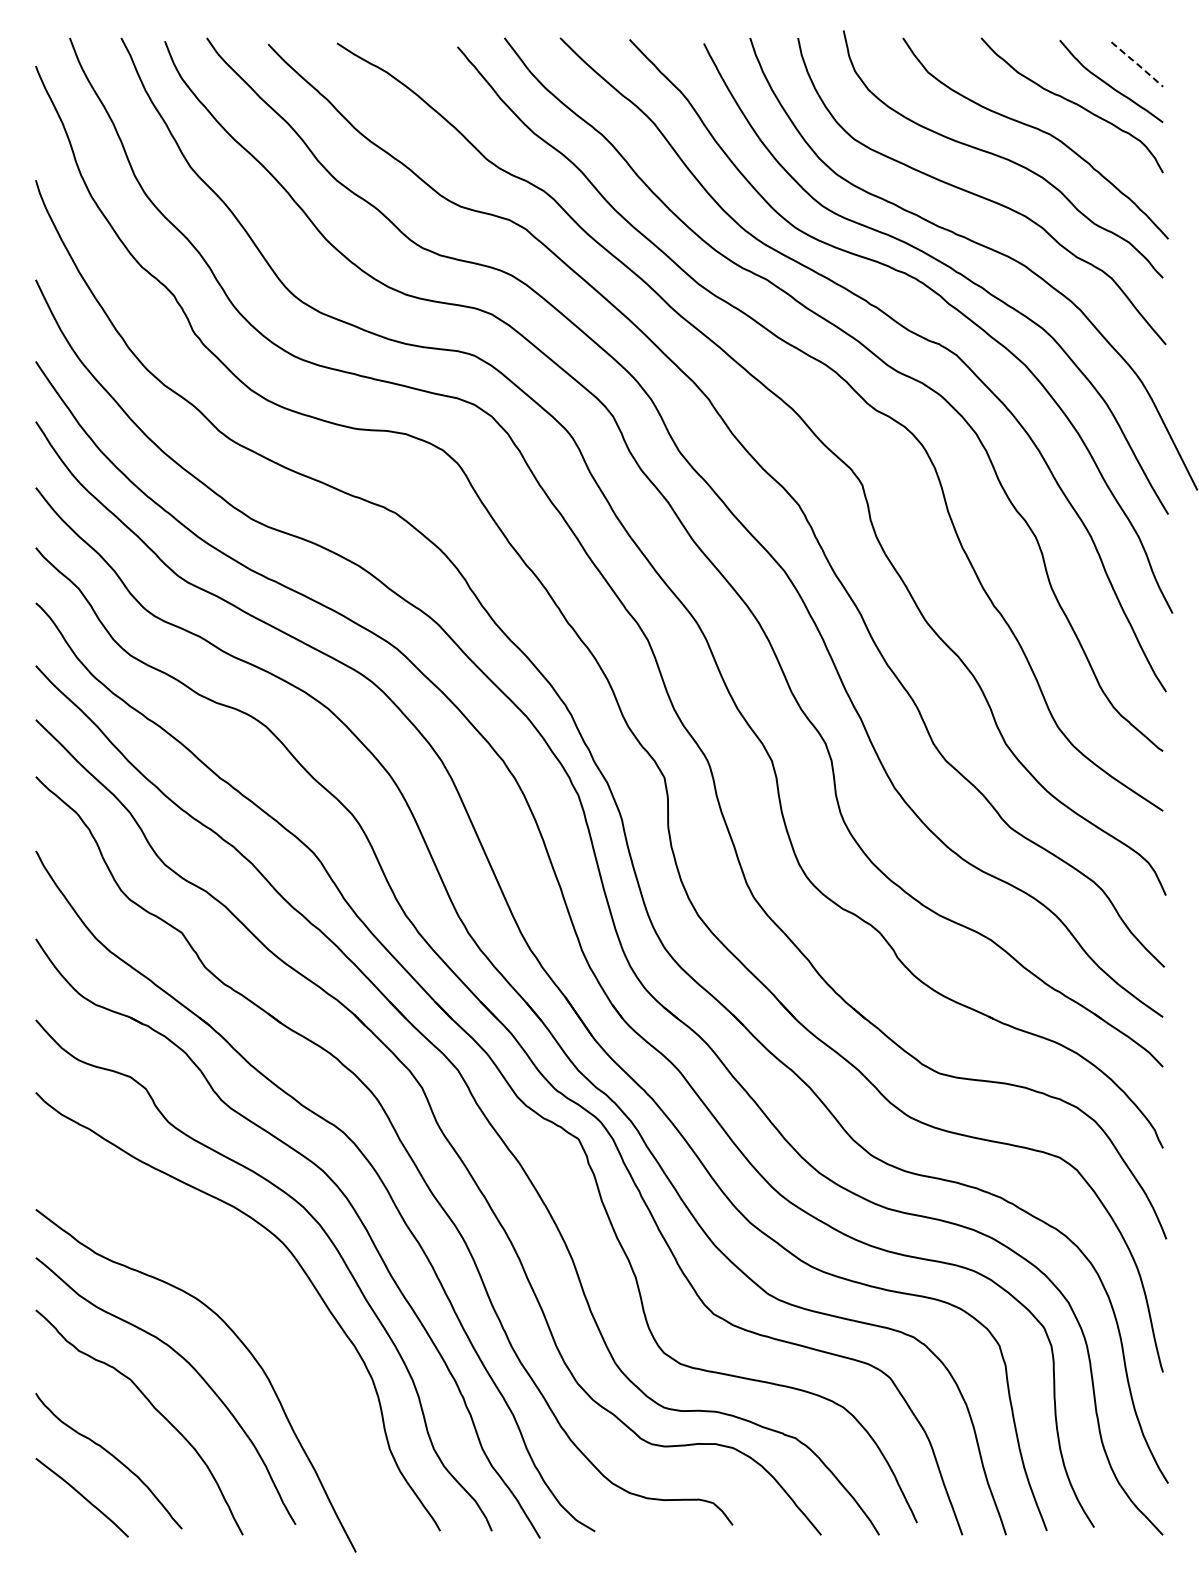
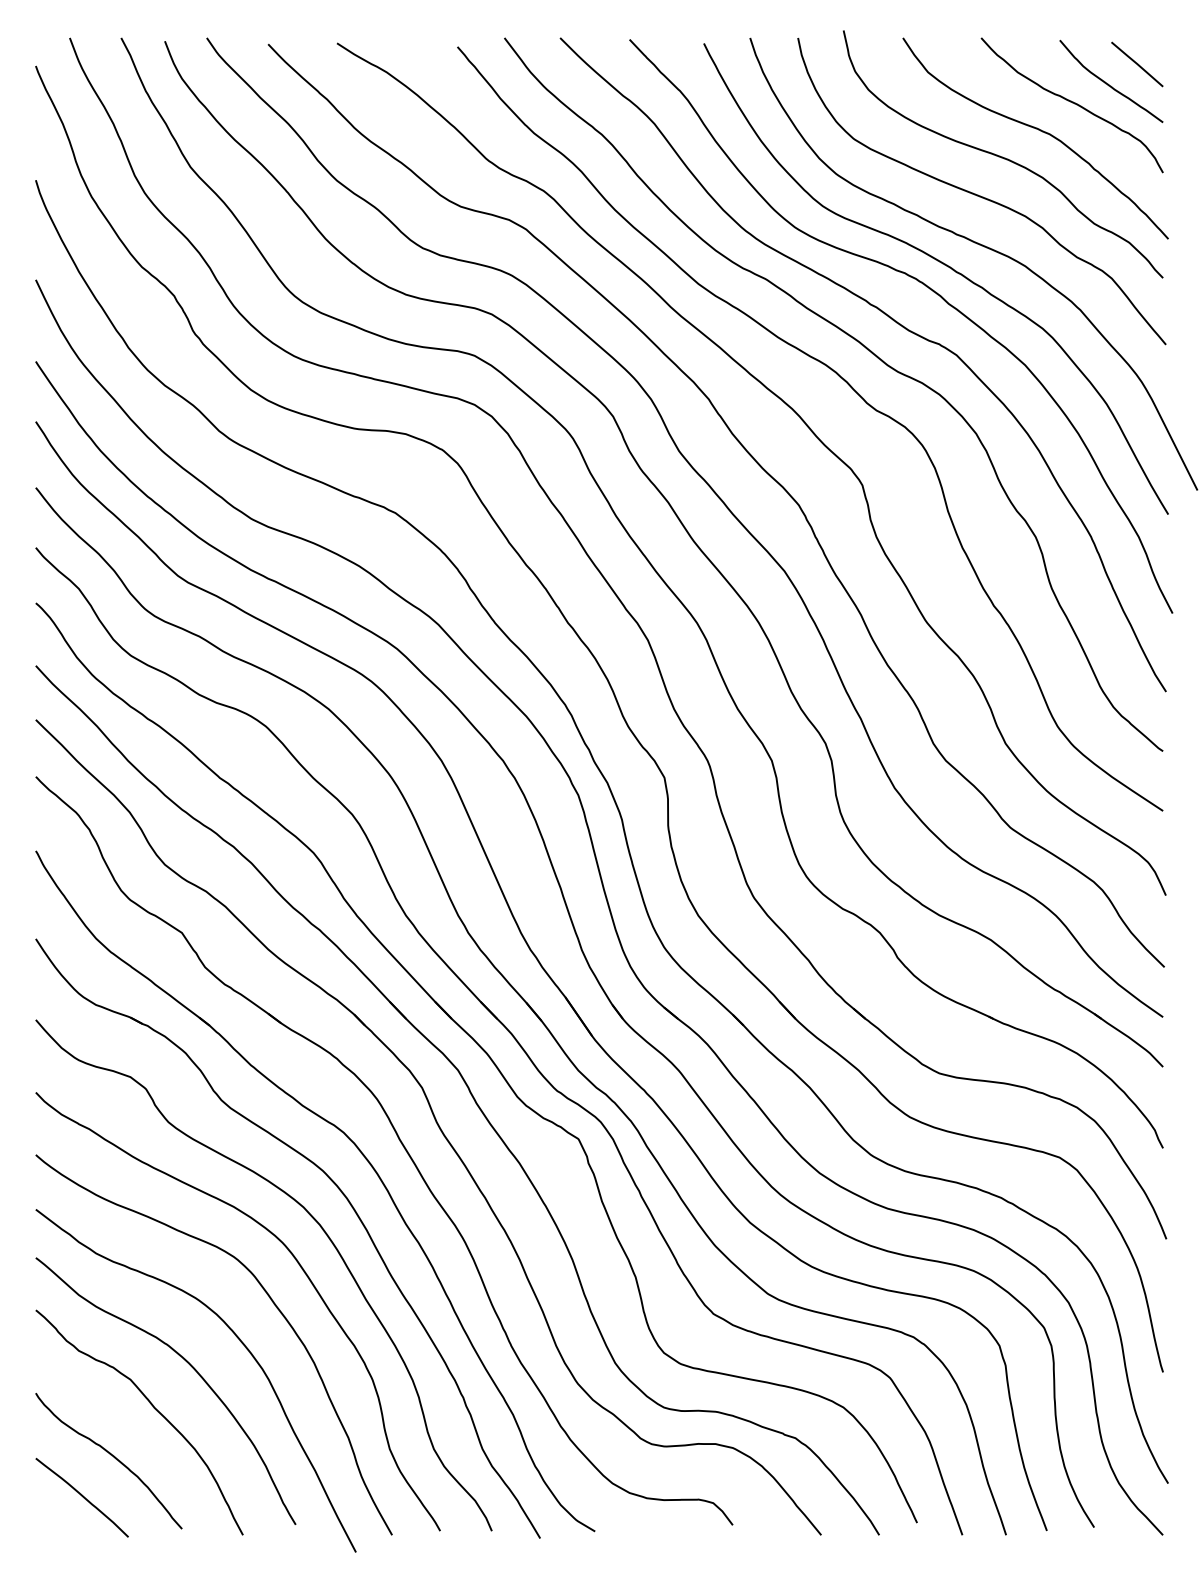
line at (1137, 63): dashed -> solid
curve at (273, 1304): none -> present
